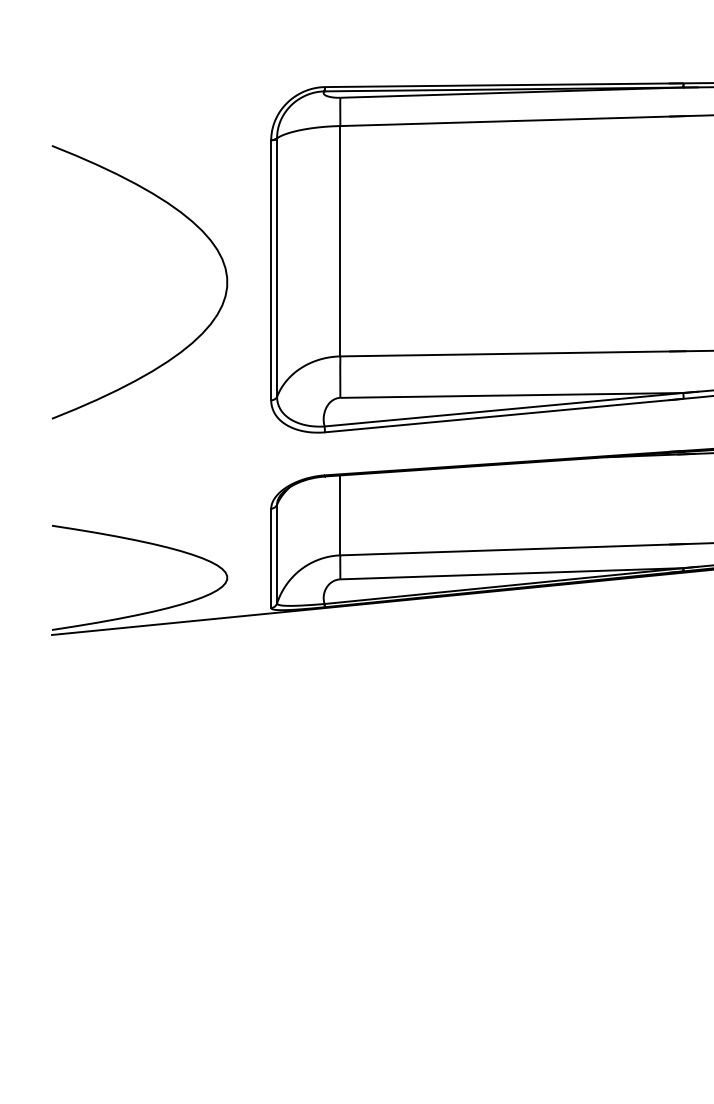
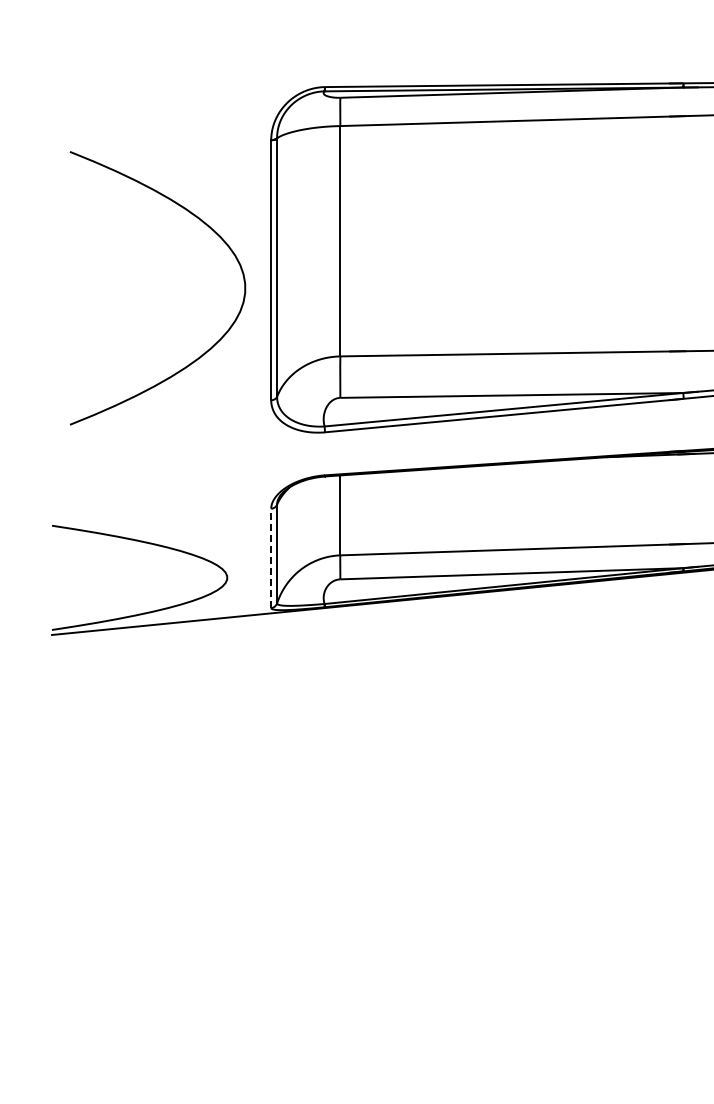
curve at (195, 338) position: (195, 338) -> (213, 344)
line at (271, 558): solid -> dashed
